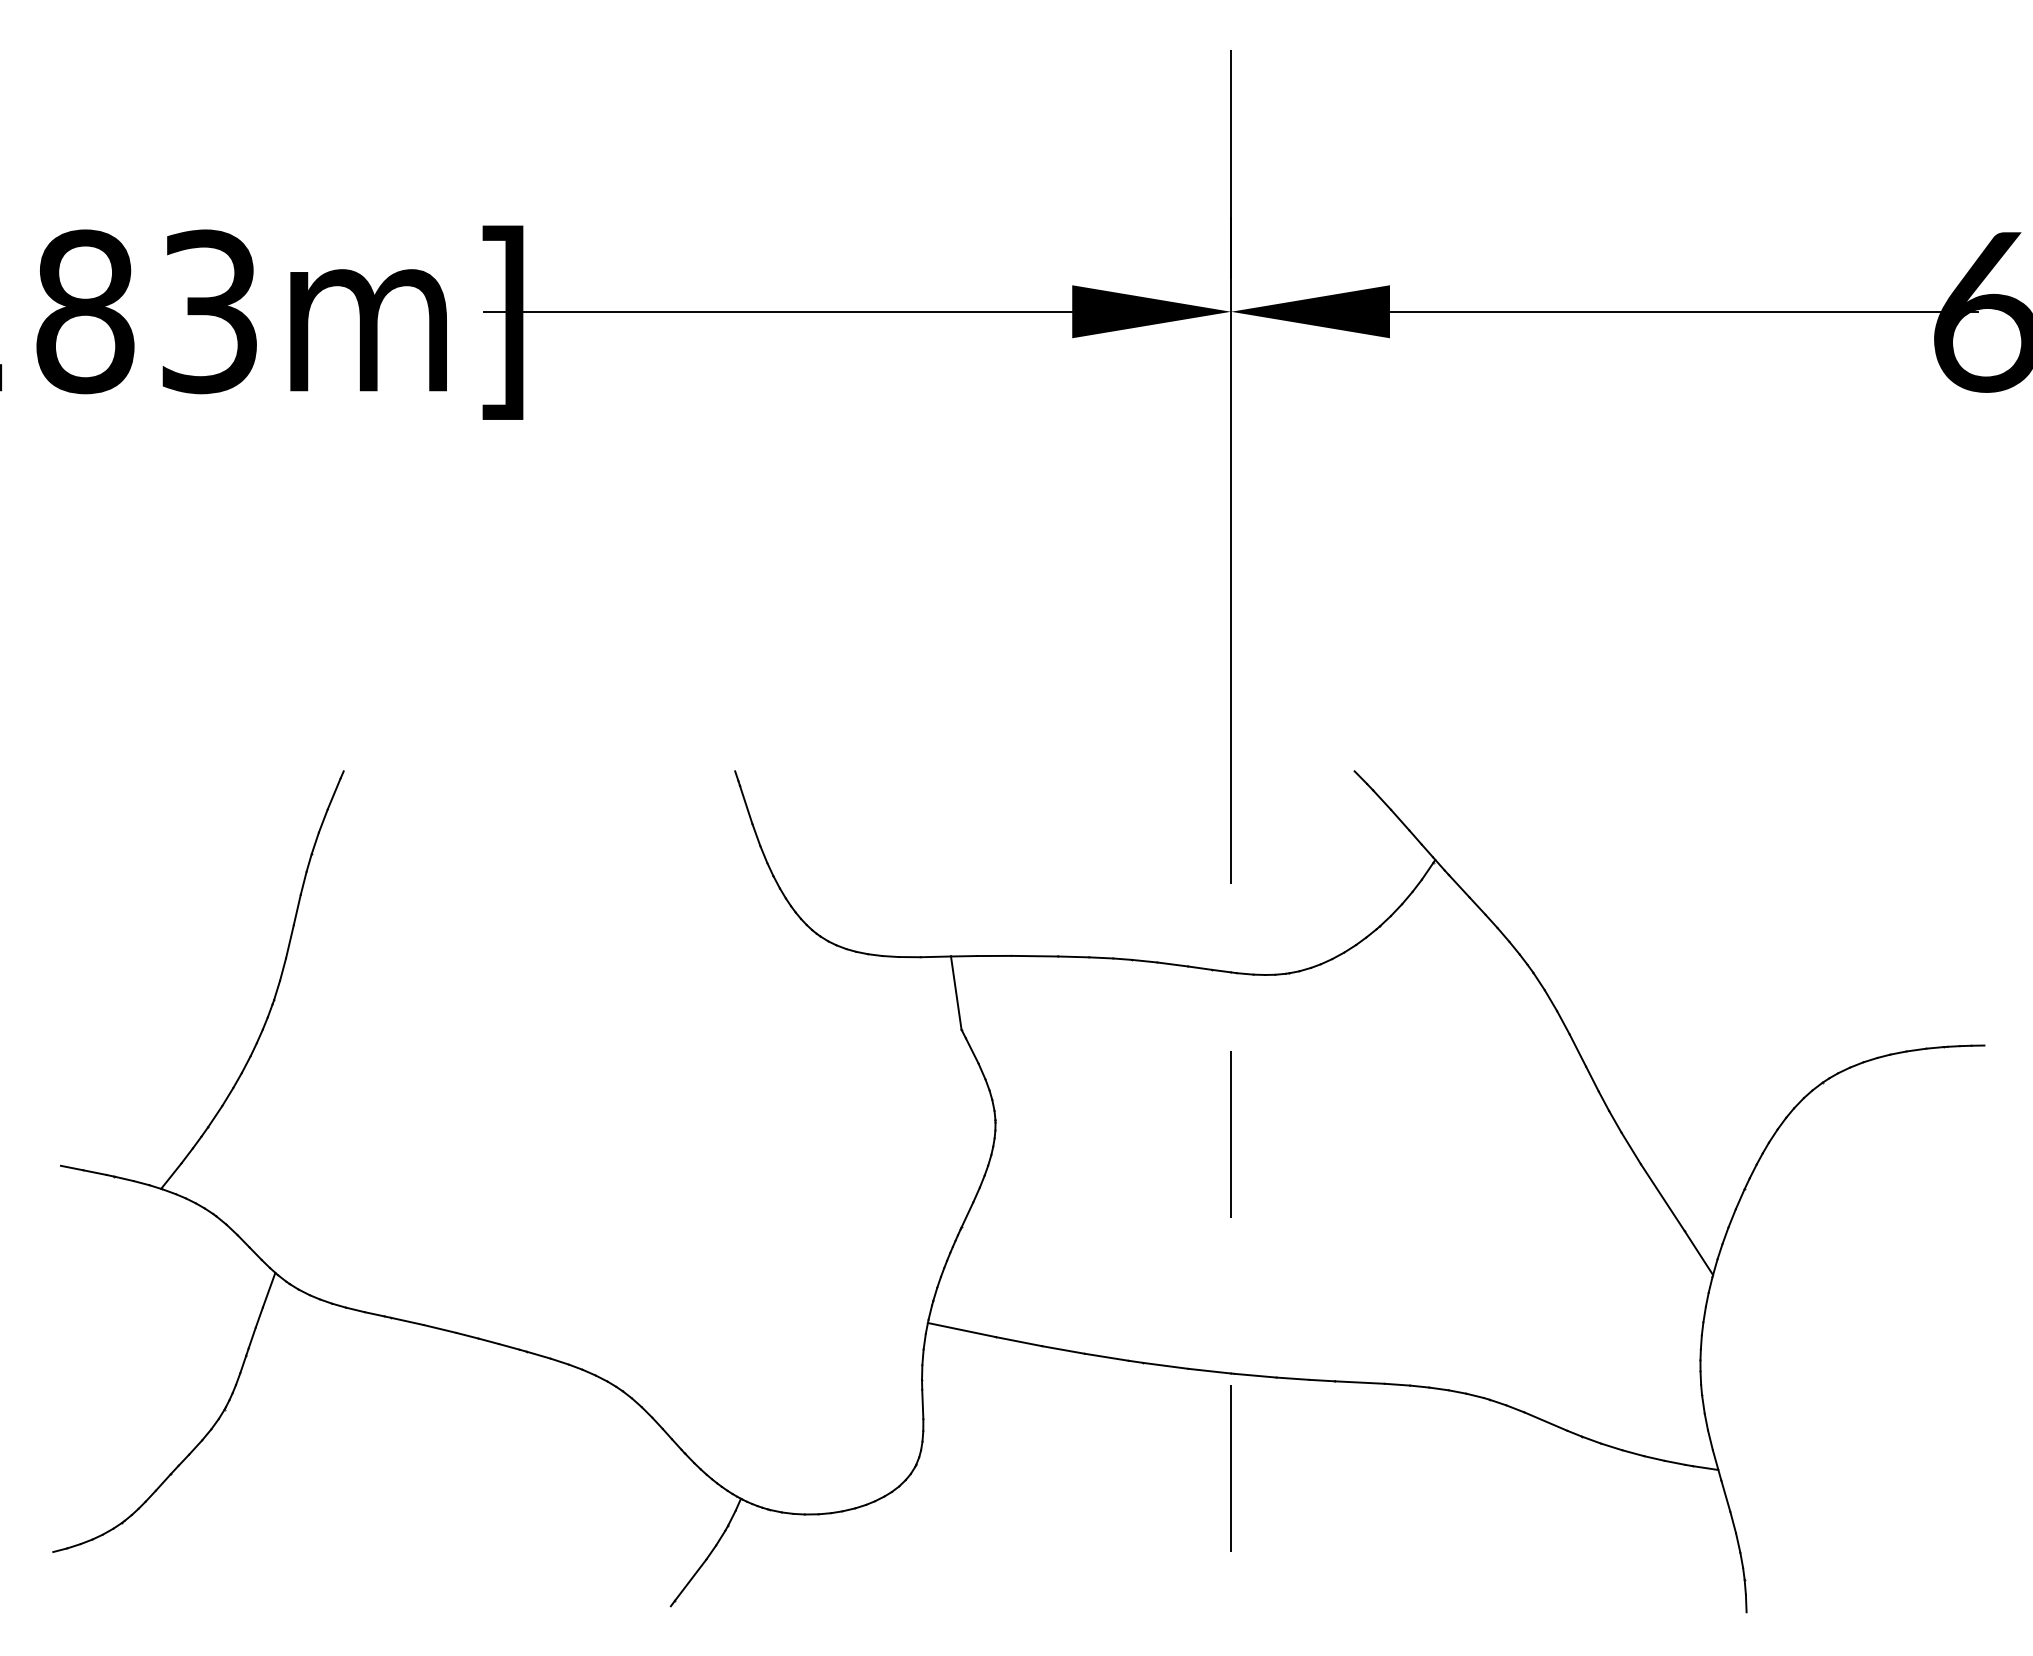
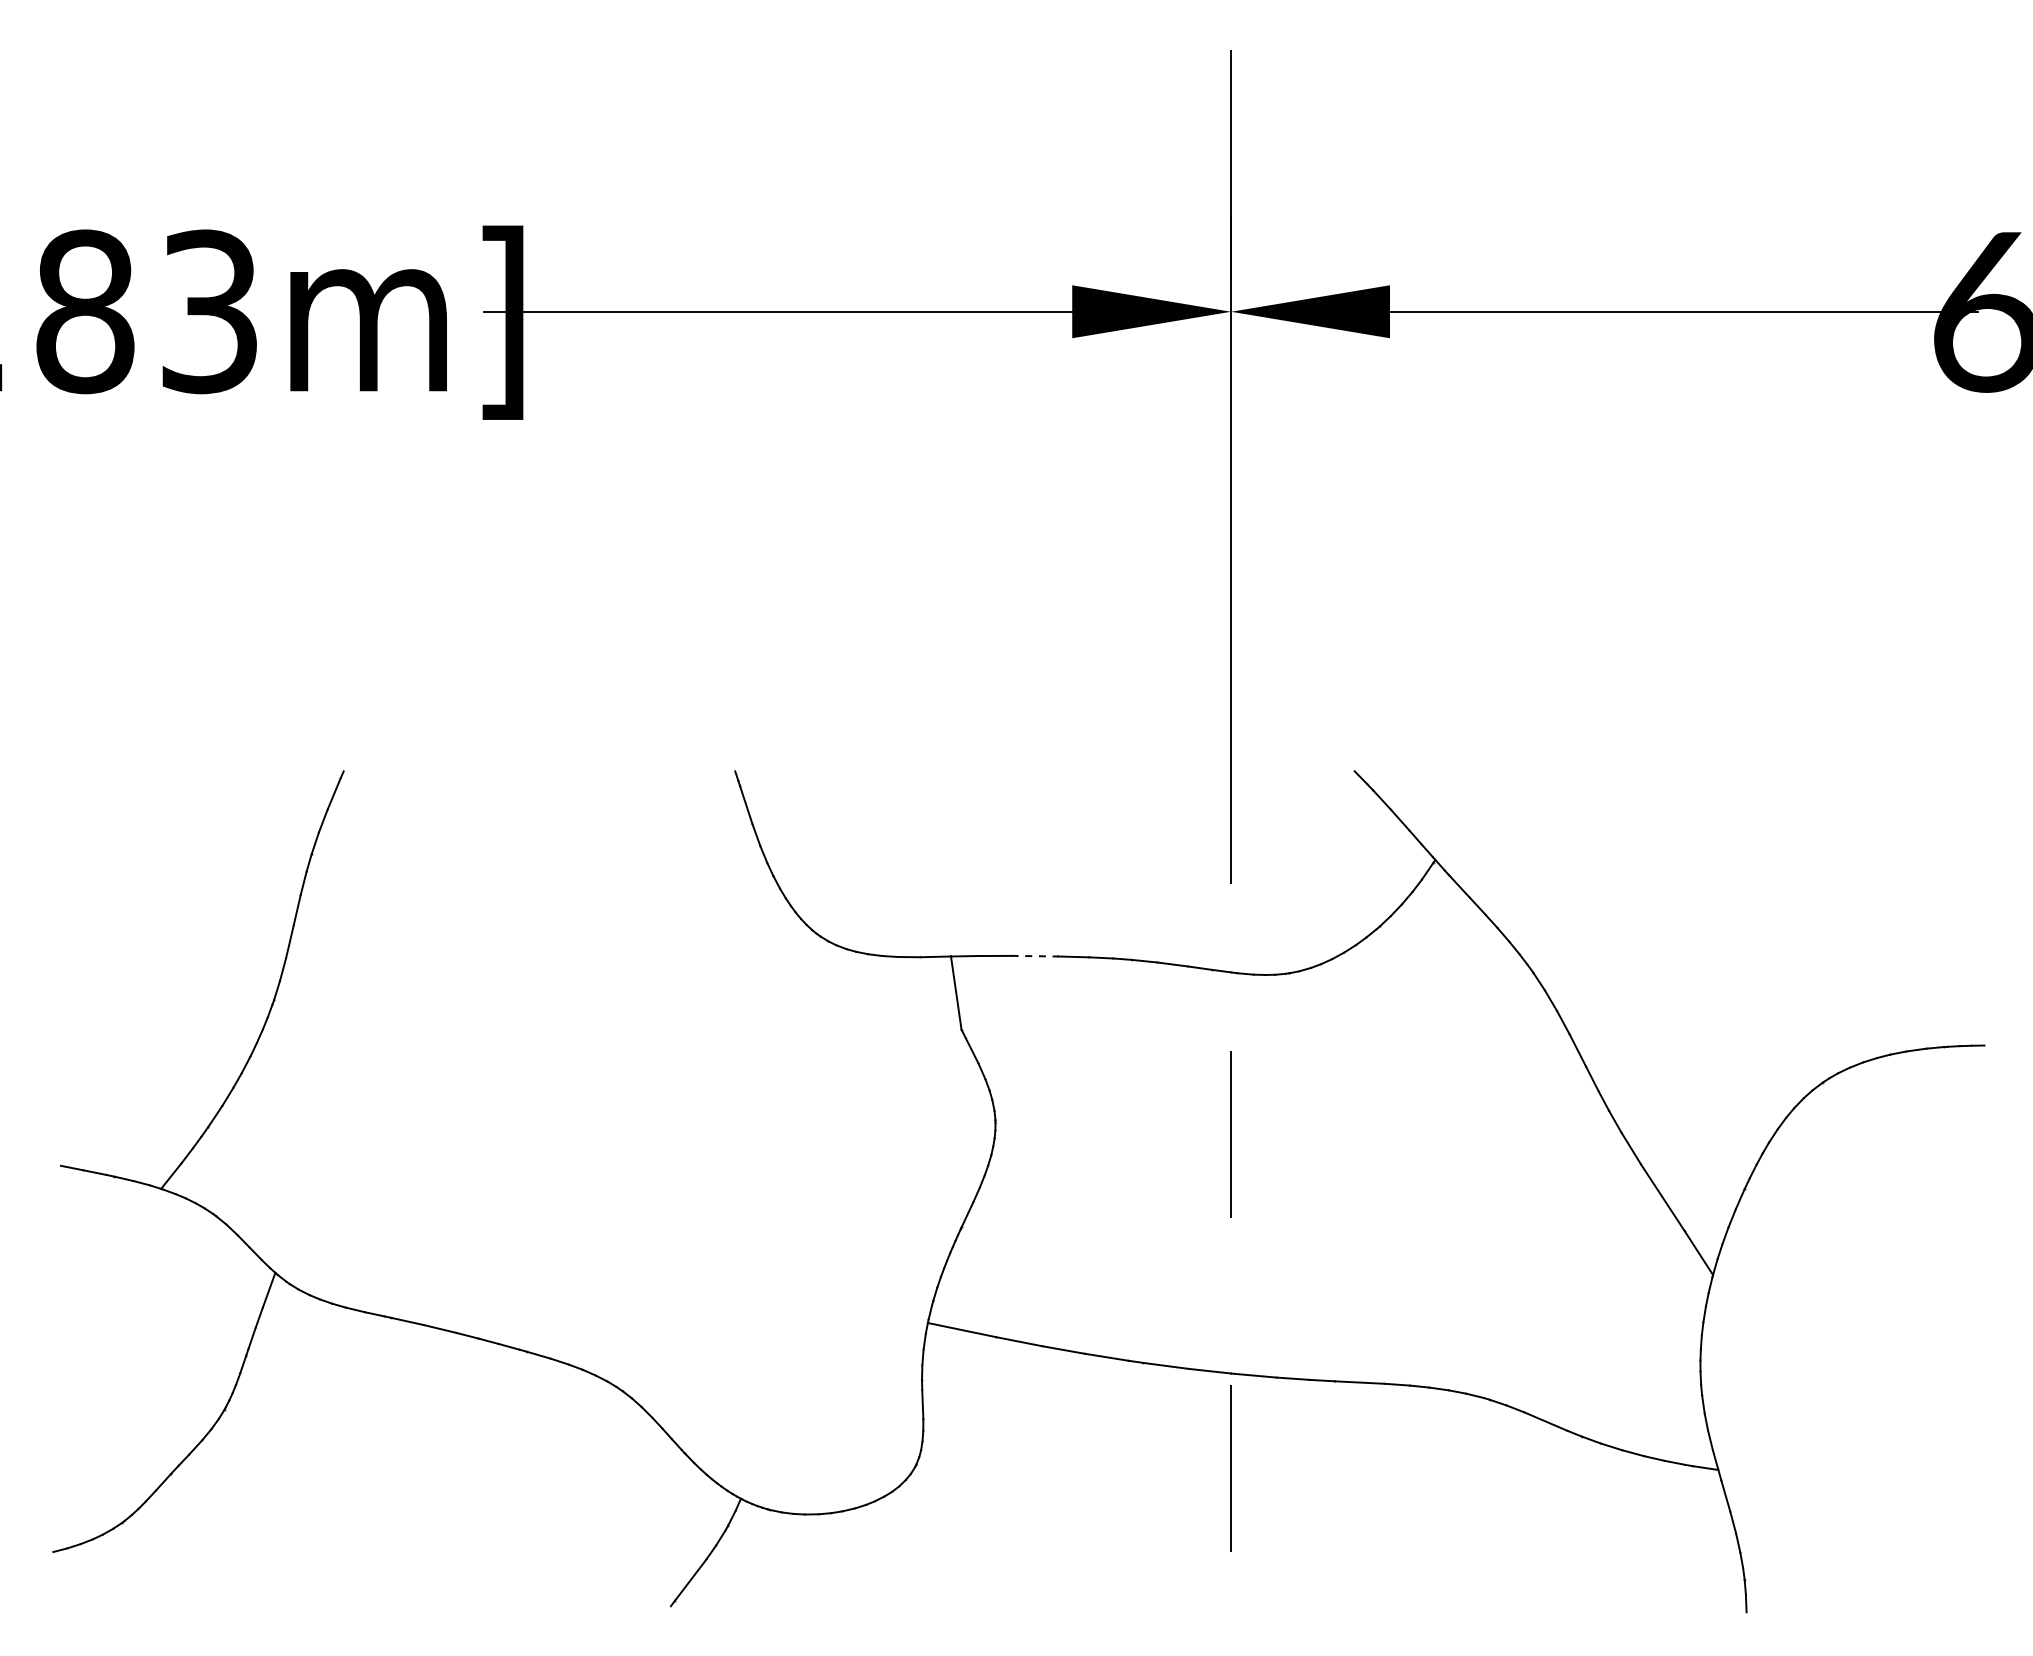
line at (1035, 956): solid -> dashed
